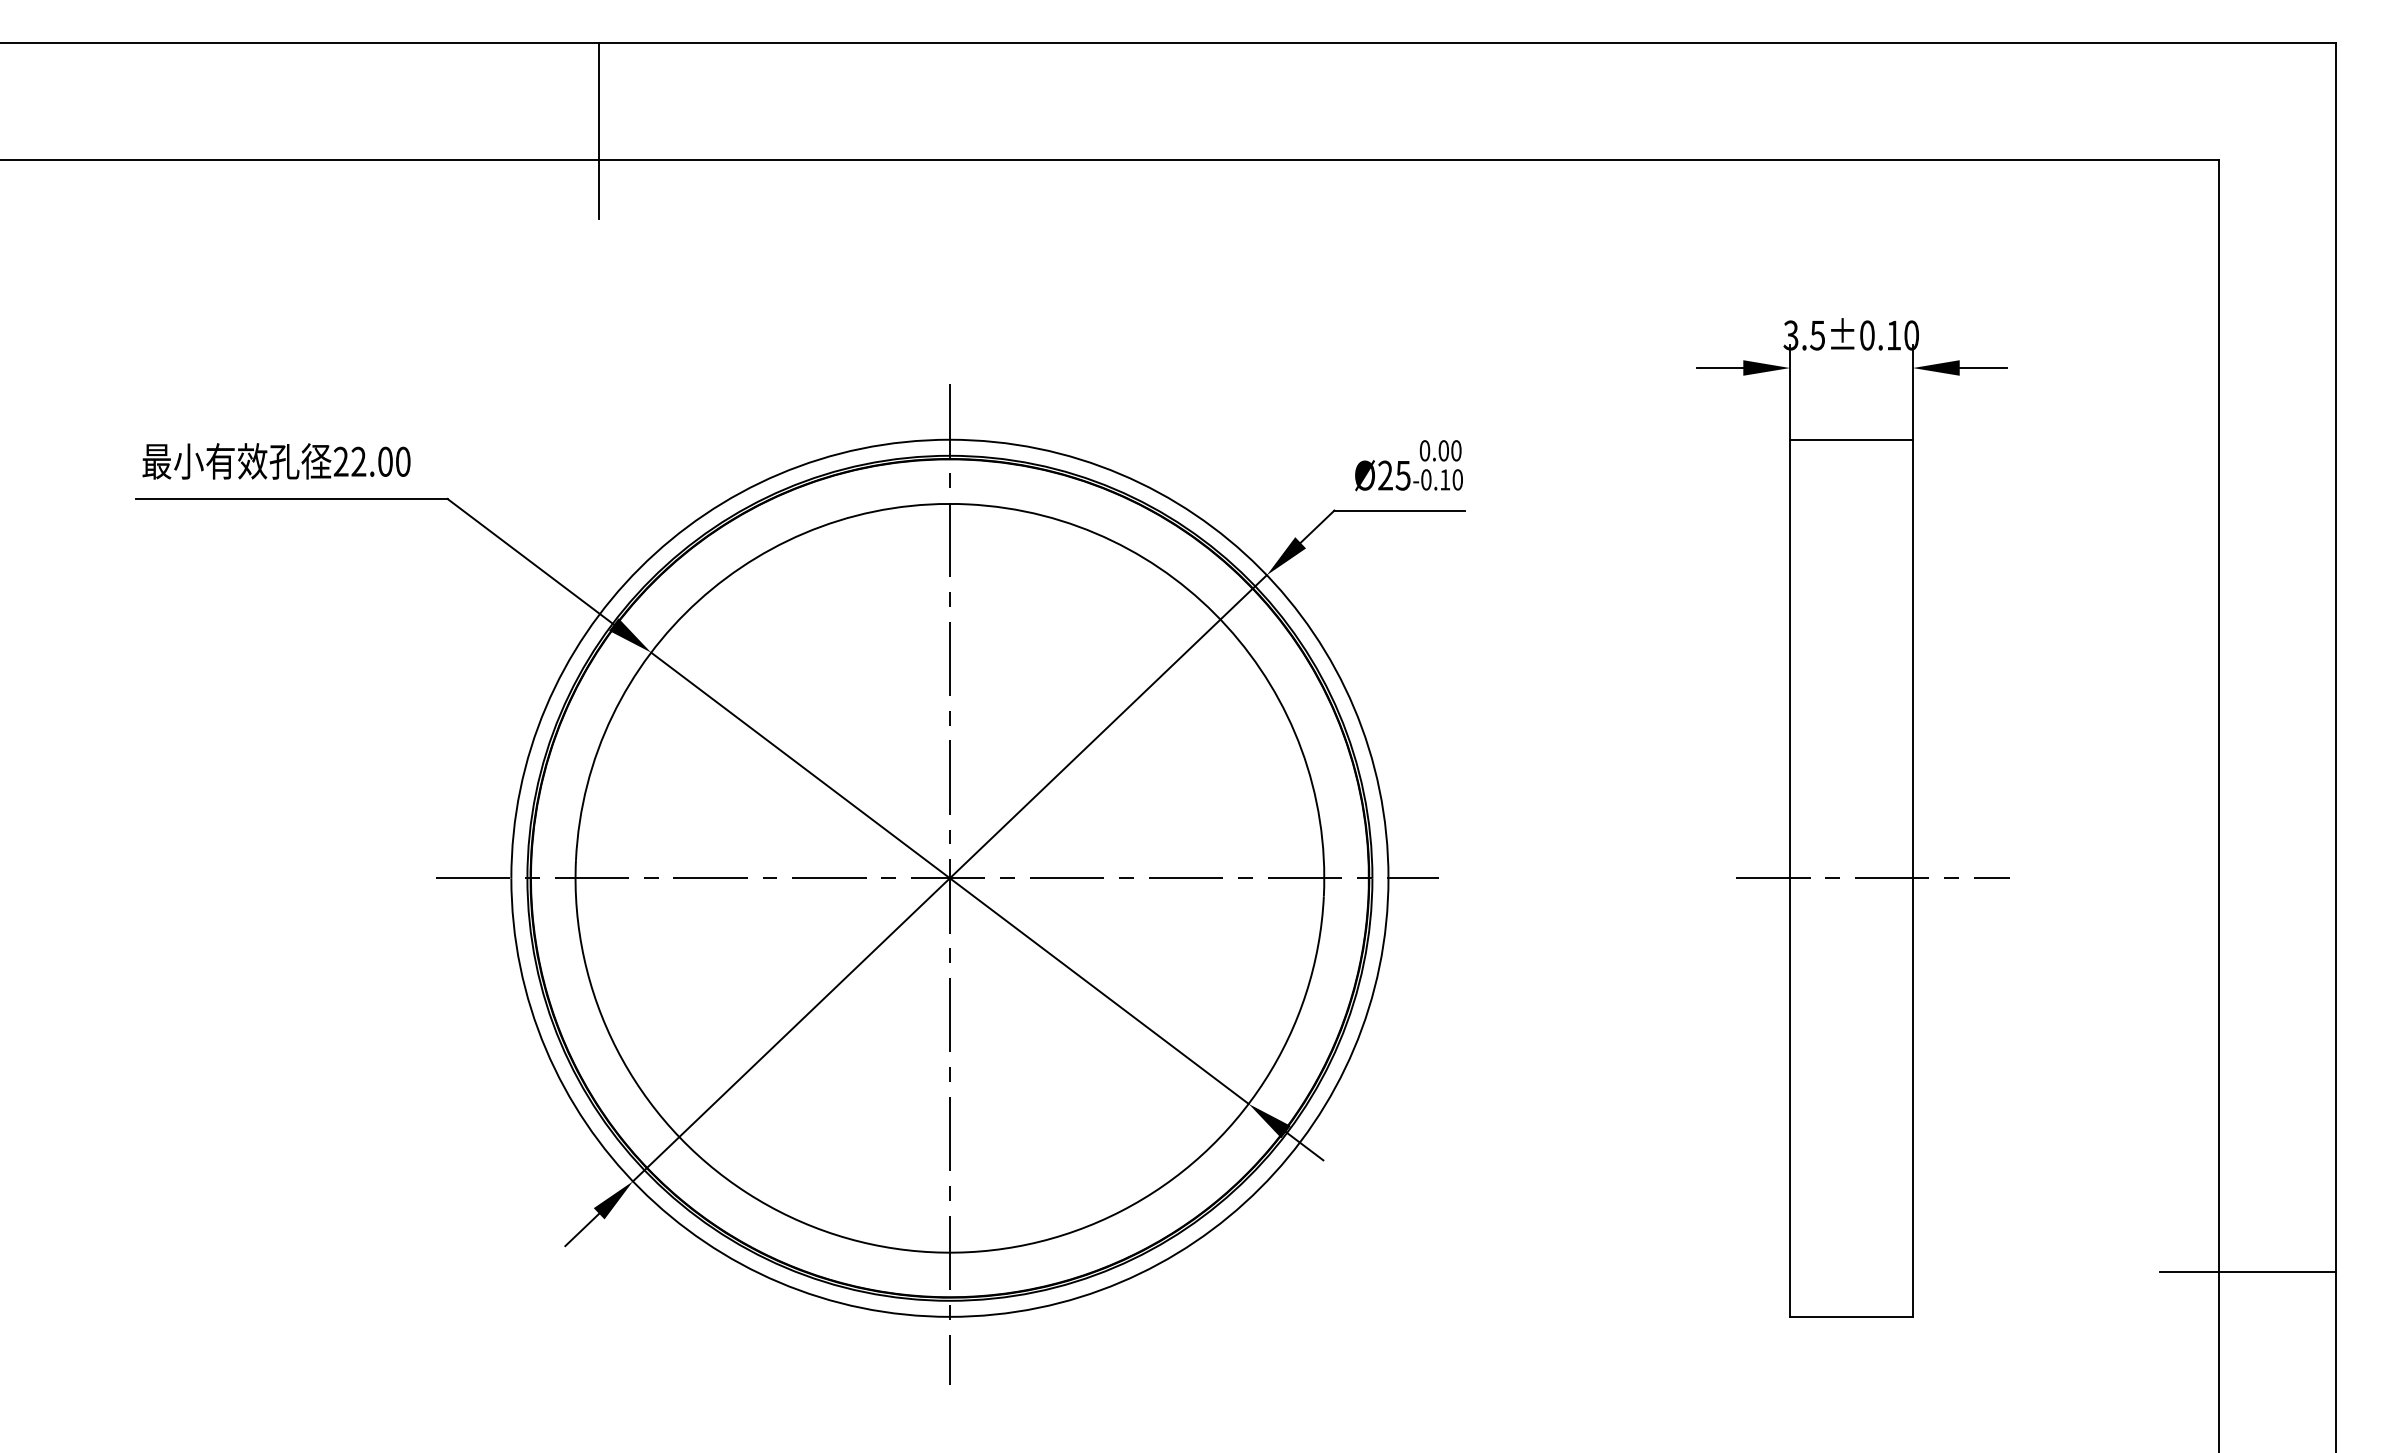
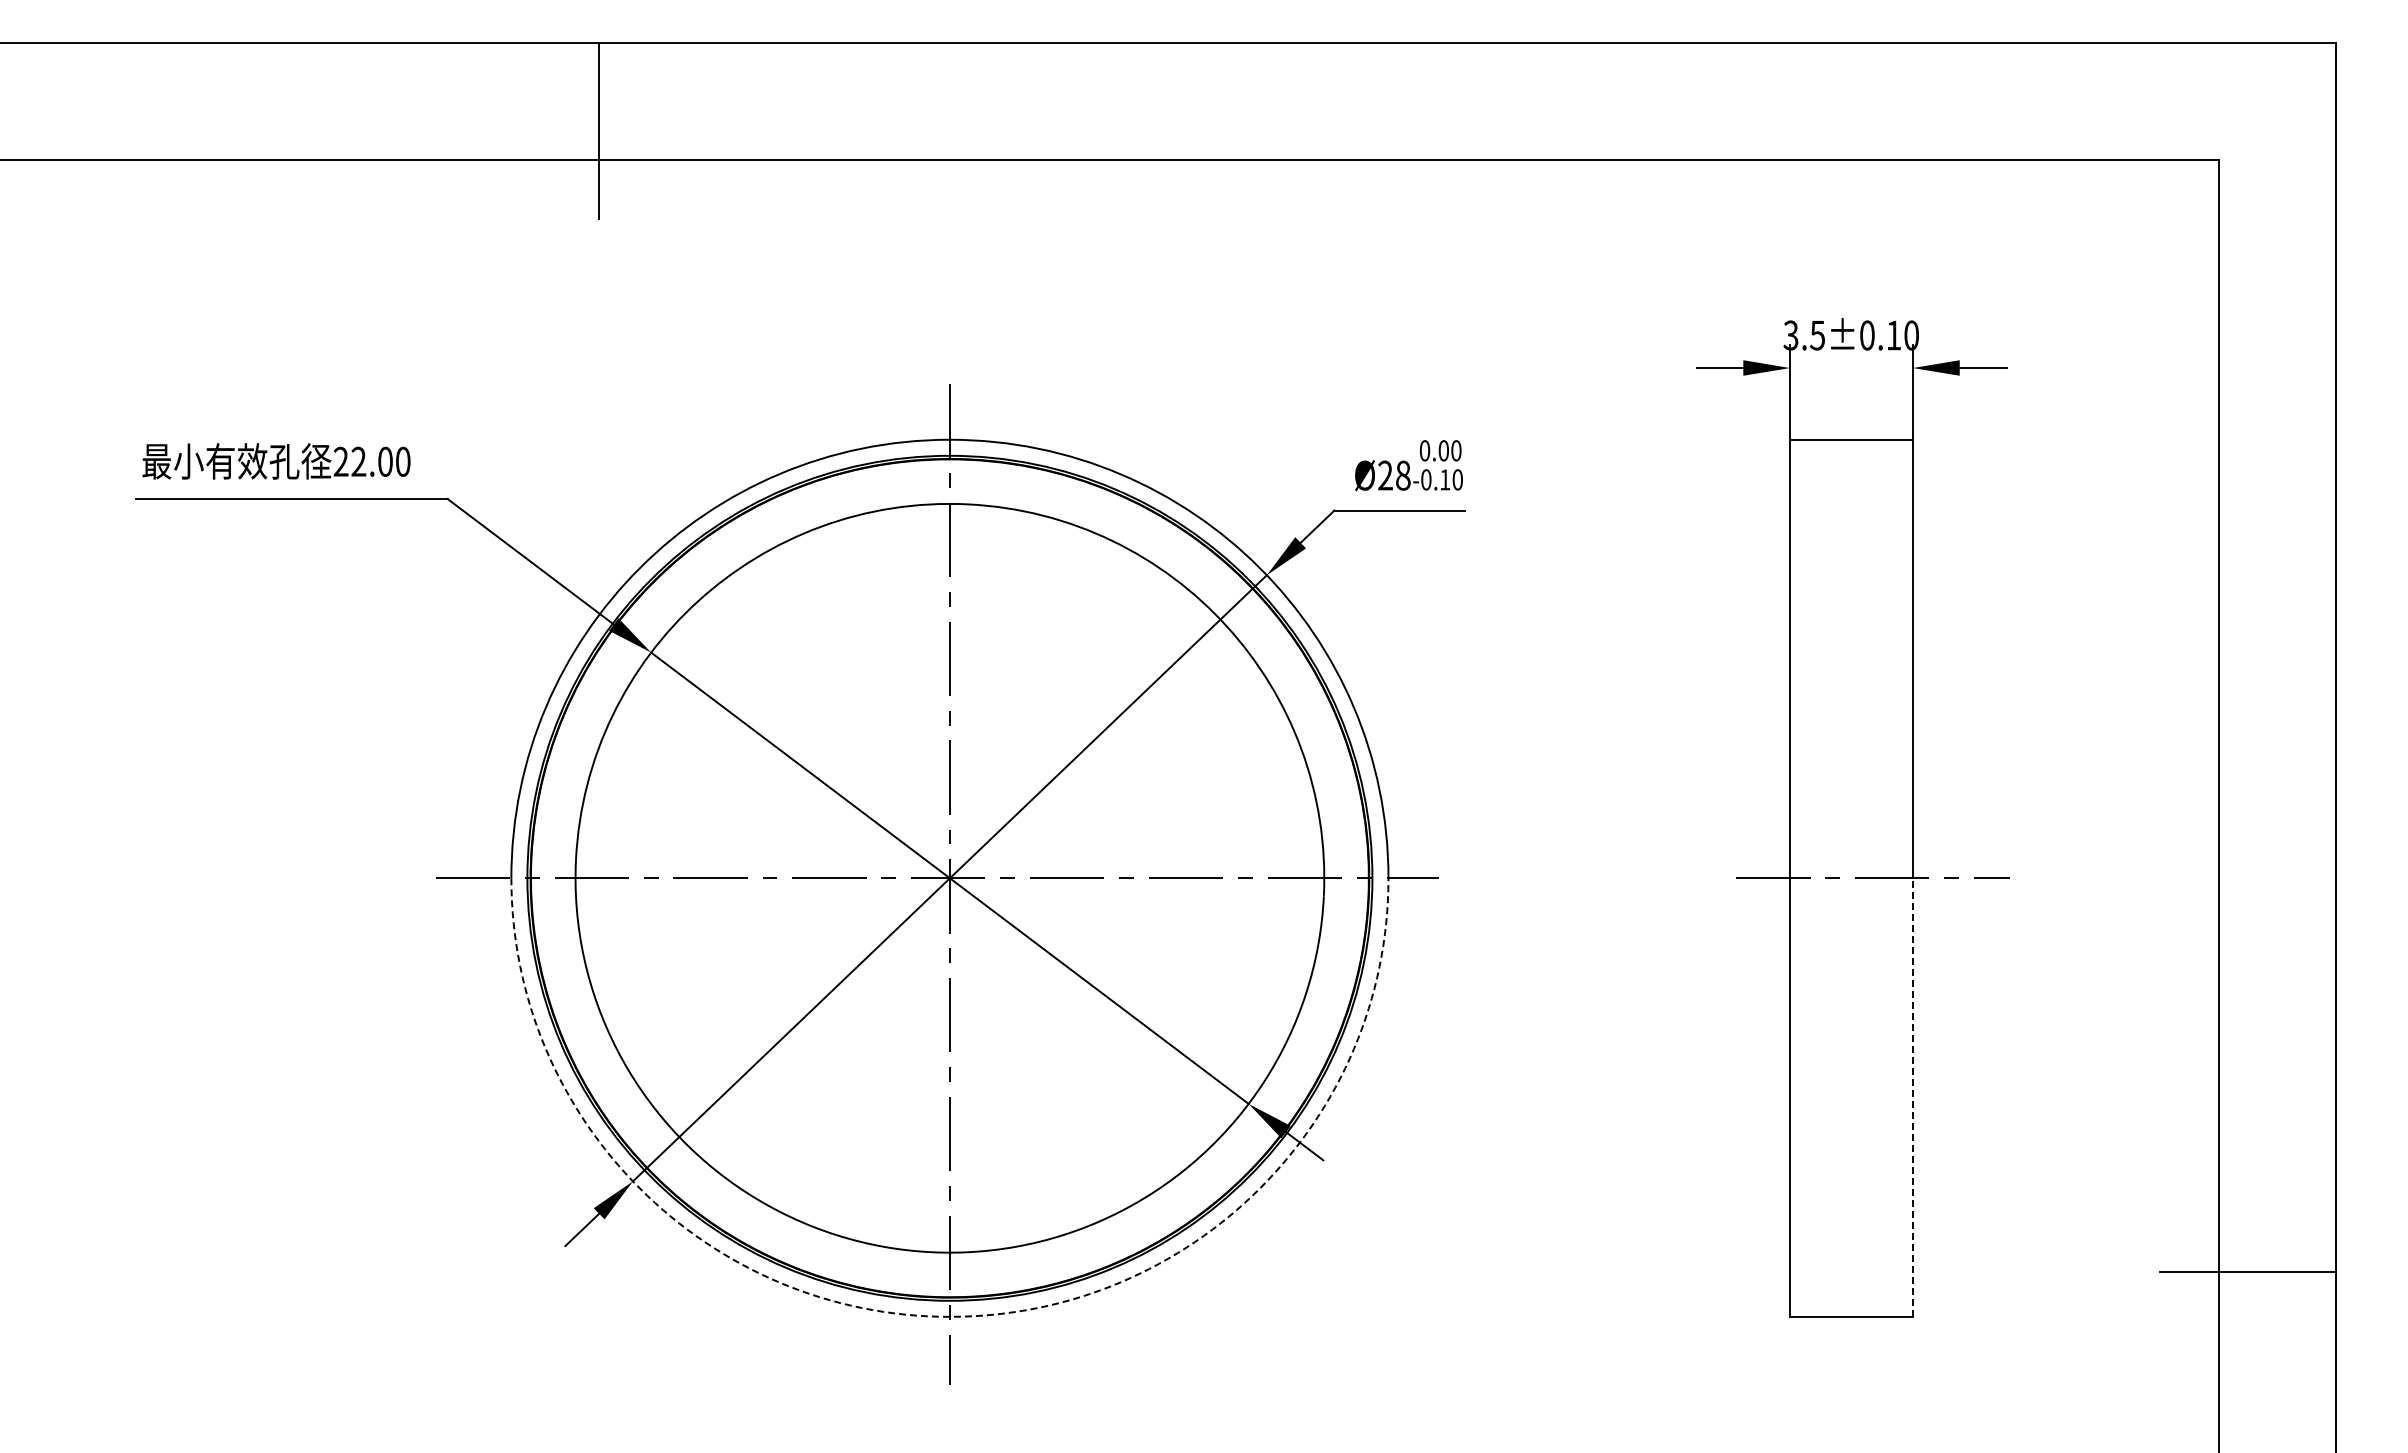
text at (1402, 475): Ø25 -> Ø28
line at (1912, 1097): solid -> dashed
arc at (949, 1316): solid -> dashed
